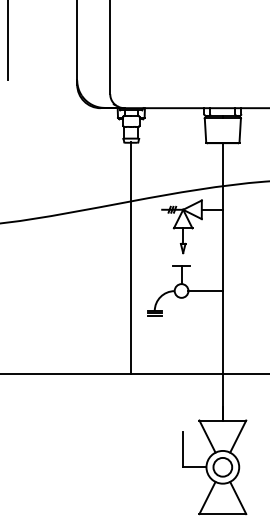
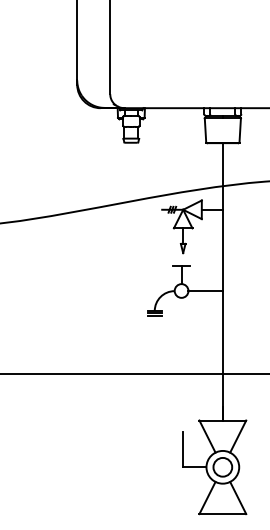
line at (8, 41): present -> none
line at (131, 258): present -> none
